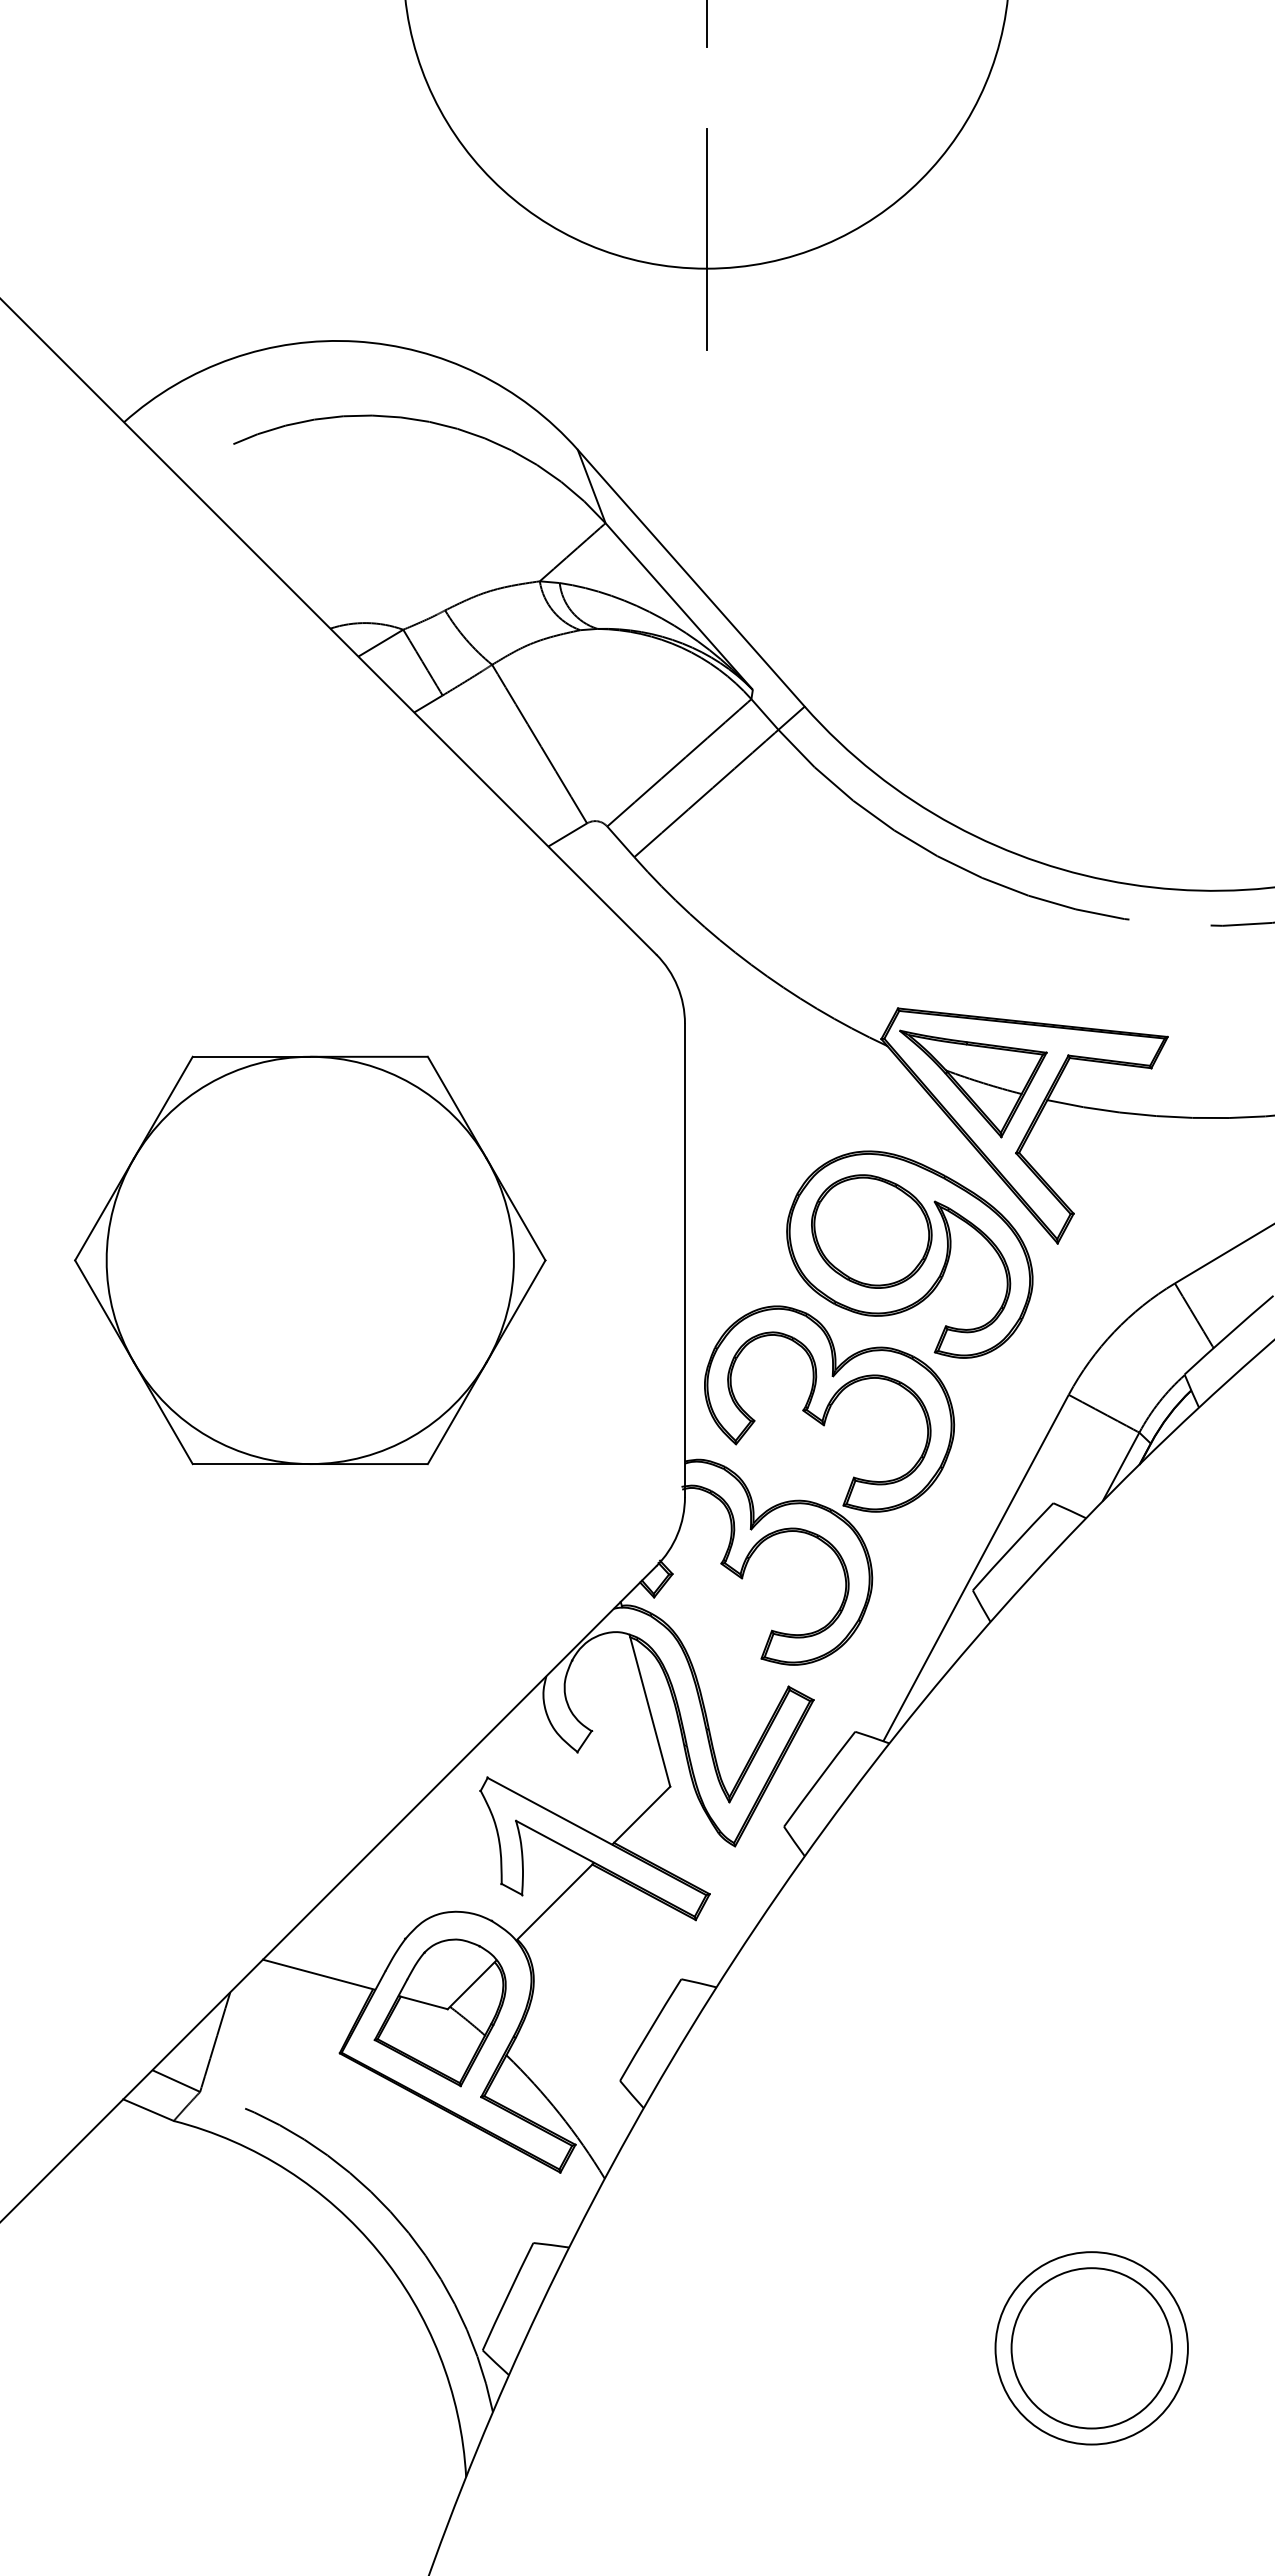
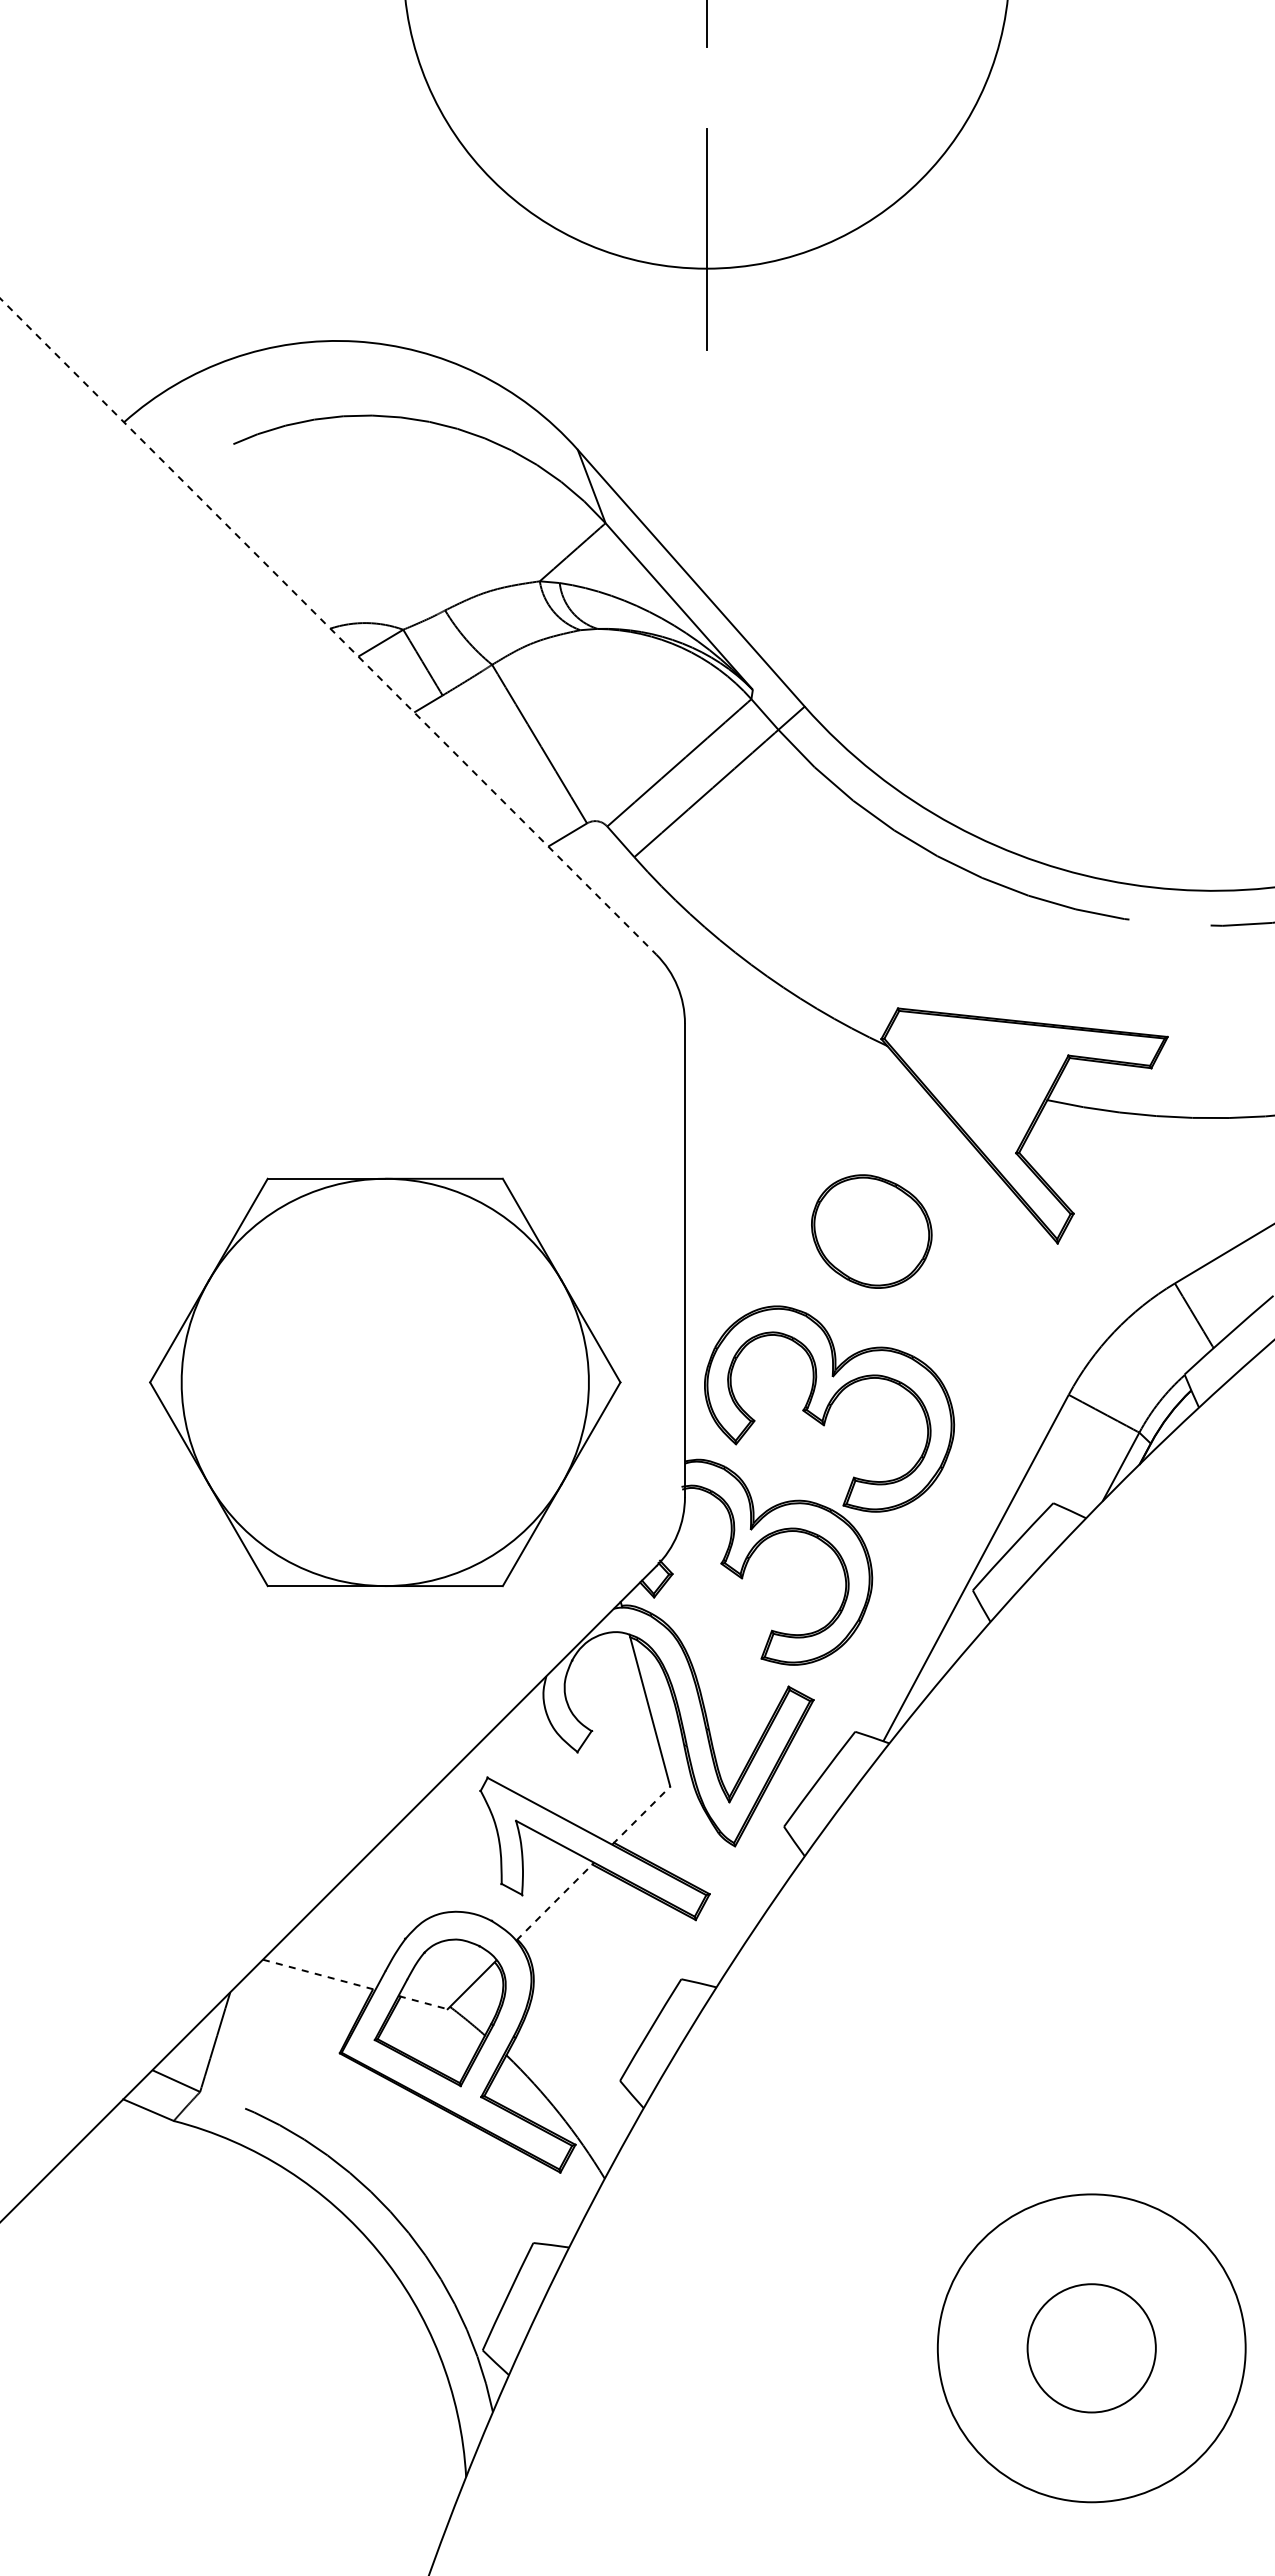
line at (328, 626): solid -> dashed
part at (973, 1083): present -> none
part at (909, 1254): present -> none
part at (310, 1260) position: (310, 1260) -> (385, 1382)
line at (641, 1815): solid -> dashed
line at (555, 1901): solid -> dashed
line at (319, 1974): solid -> dashed
line at (423, 2002): solid -> dashed
circle at (1091, 2348) diameter: 160 px -> 128 px
circle at (1091, 2348) diameter: 192 px -> 308 px
